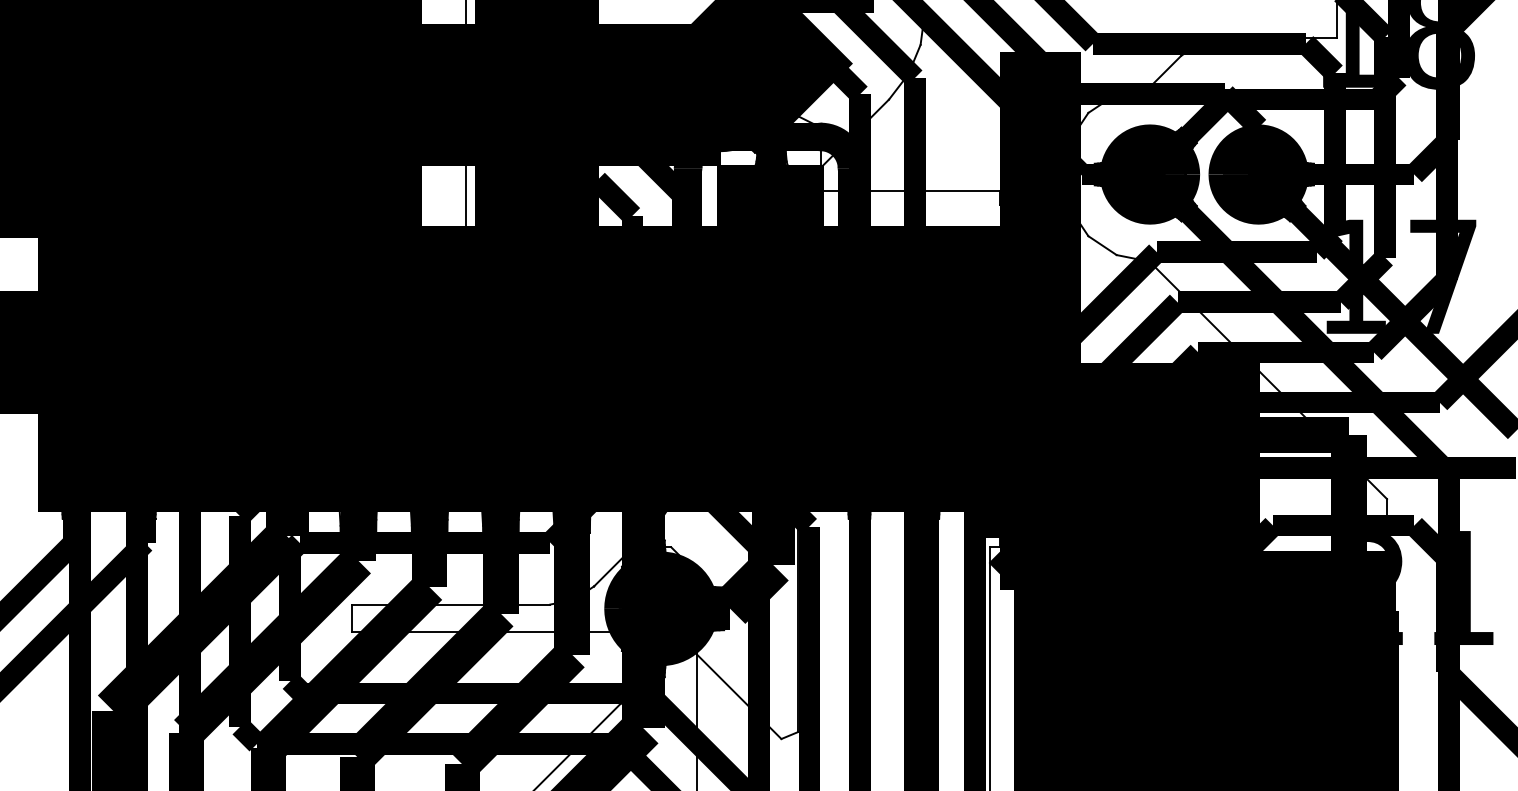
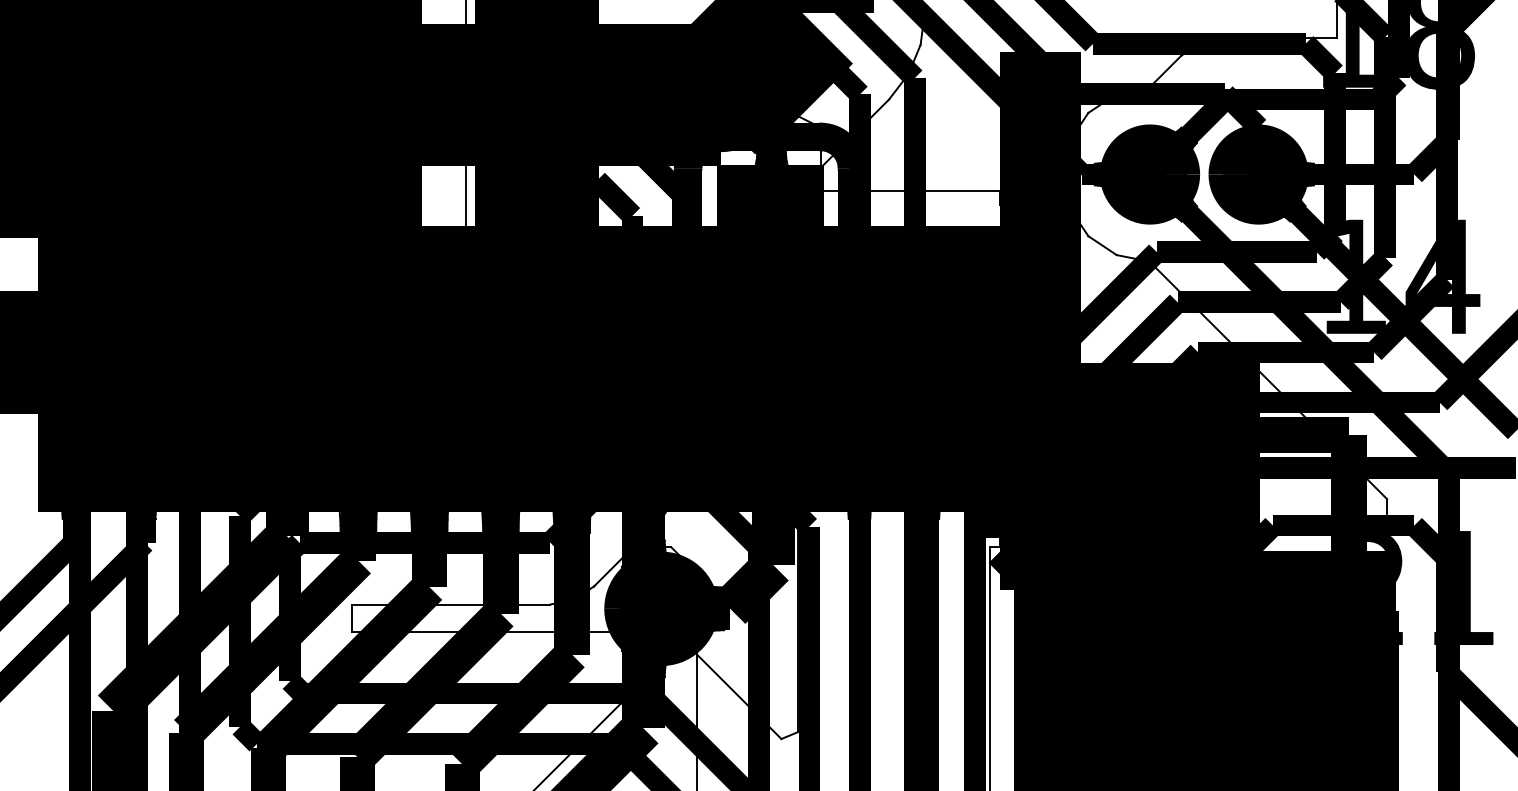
text at (1442, 276): 17 -> 14
